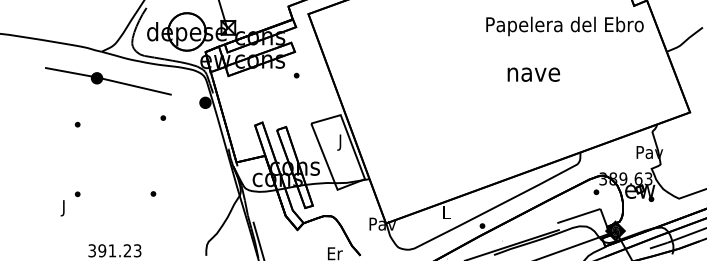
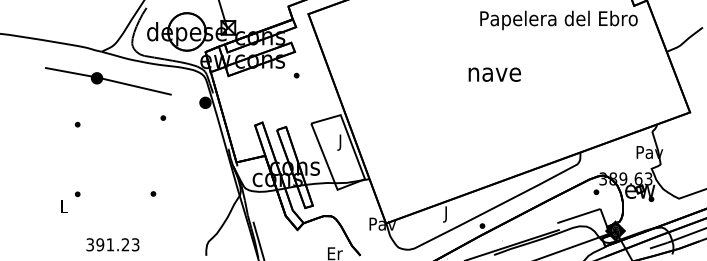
text at (564, 26) position: (564, 26) -> (558, 20)
text at (533, 74) position: (533, 74) -> (494, 74)
text at (63, 208): J -> L
text at (446, 214): L -> J
text at (114, 250) position: (114, 250) -> (112, 244)
